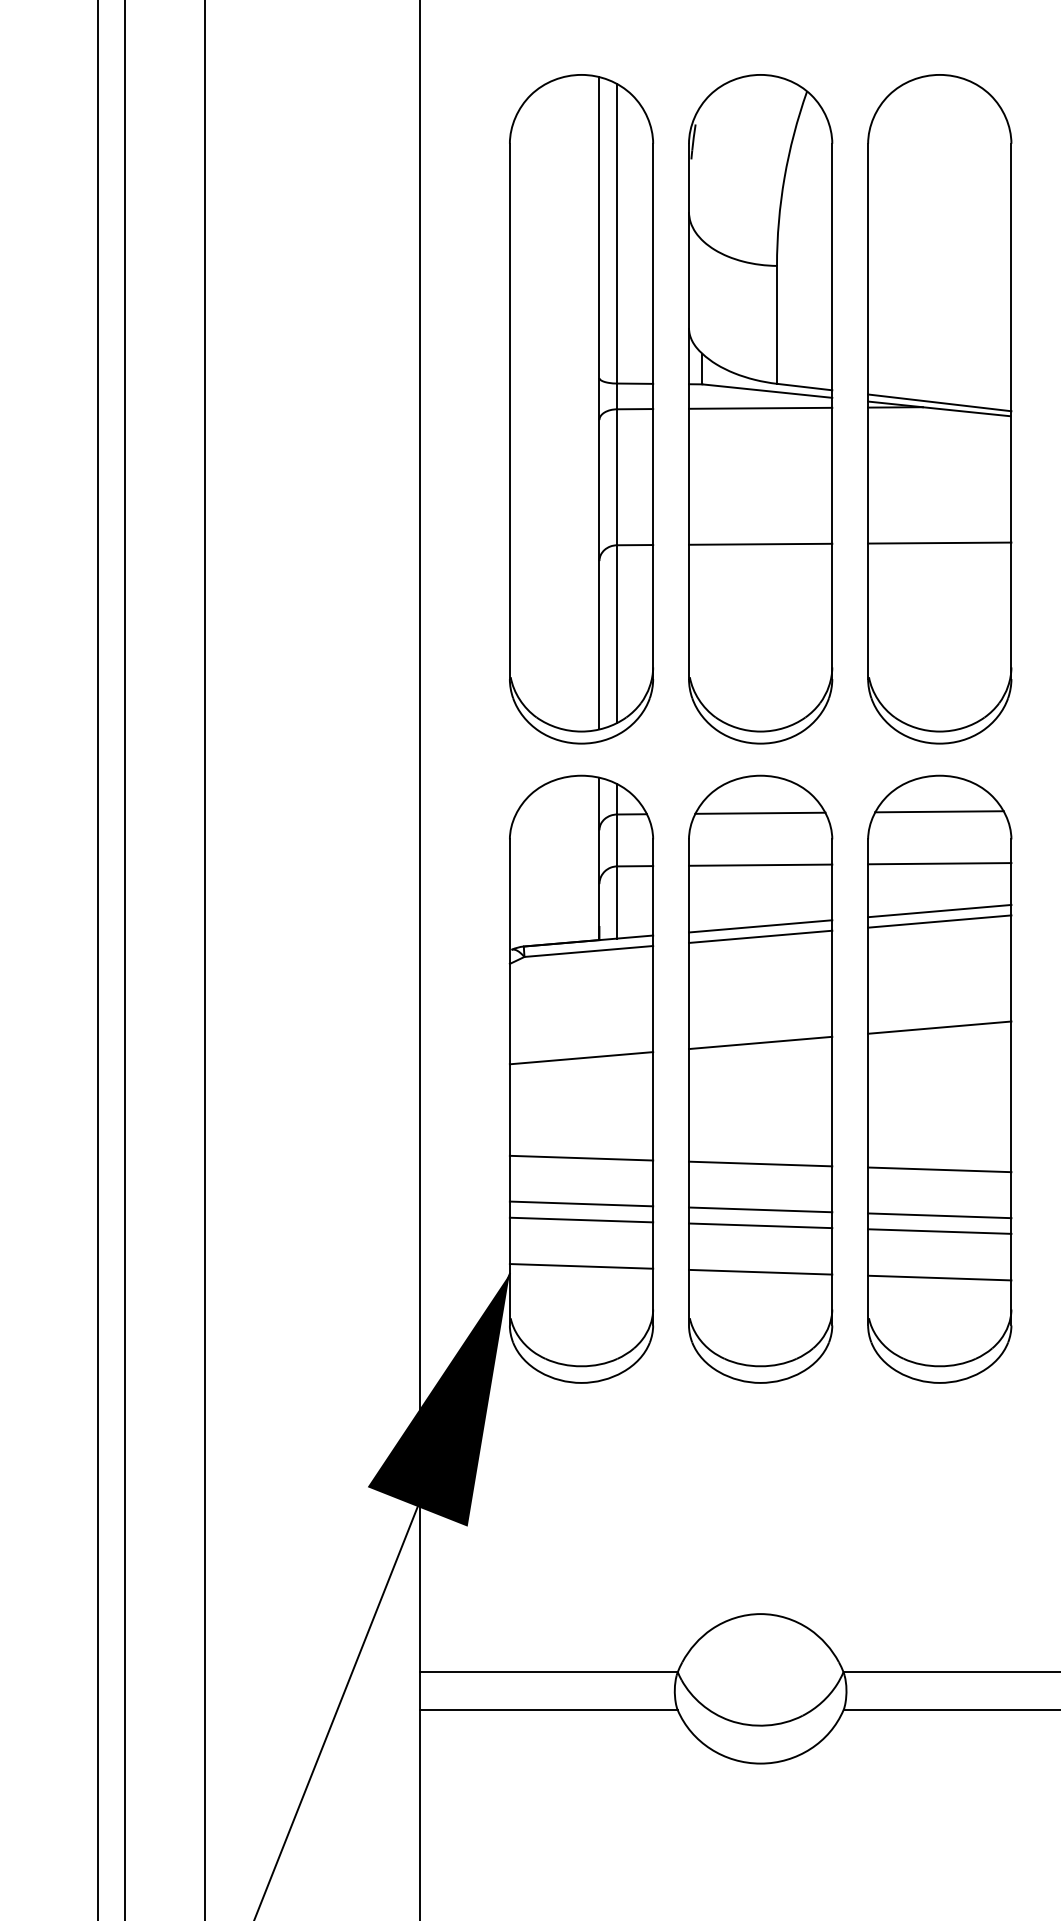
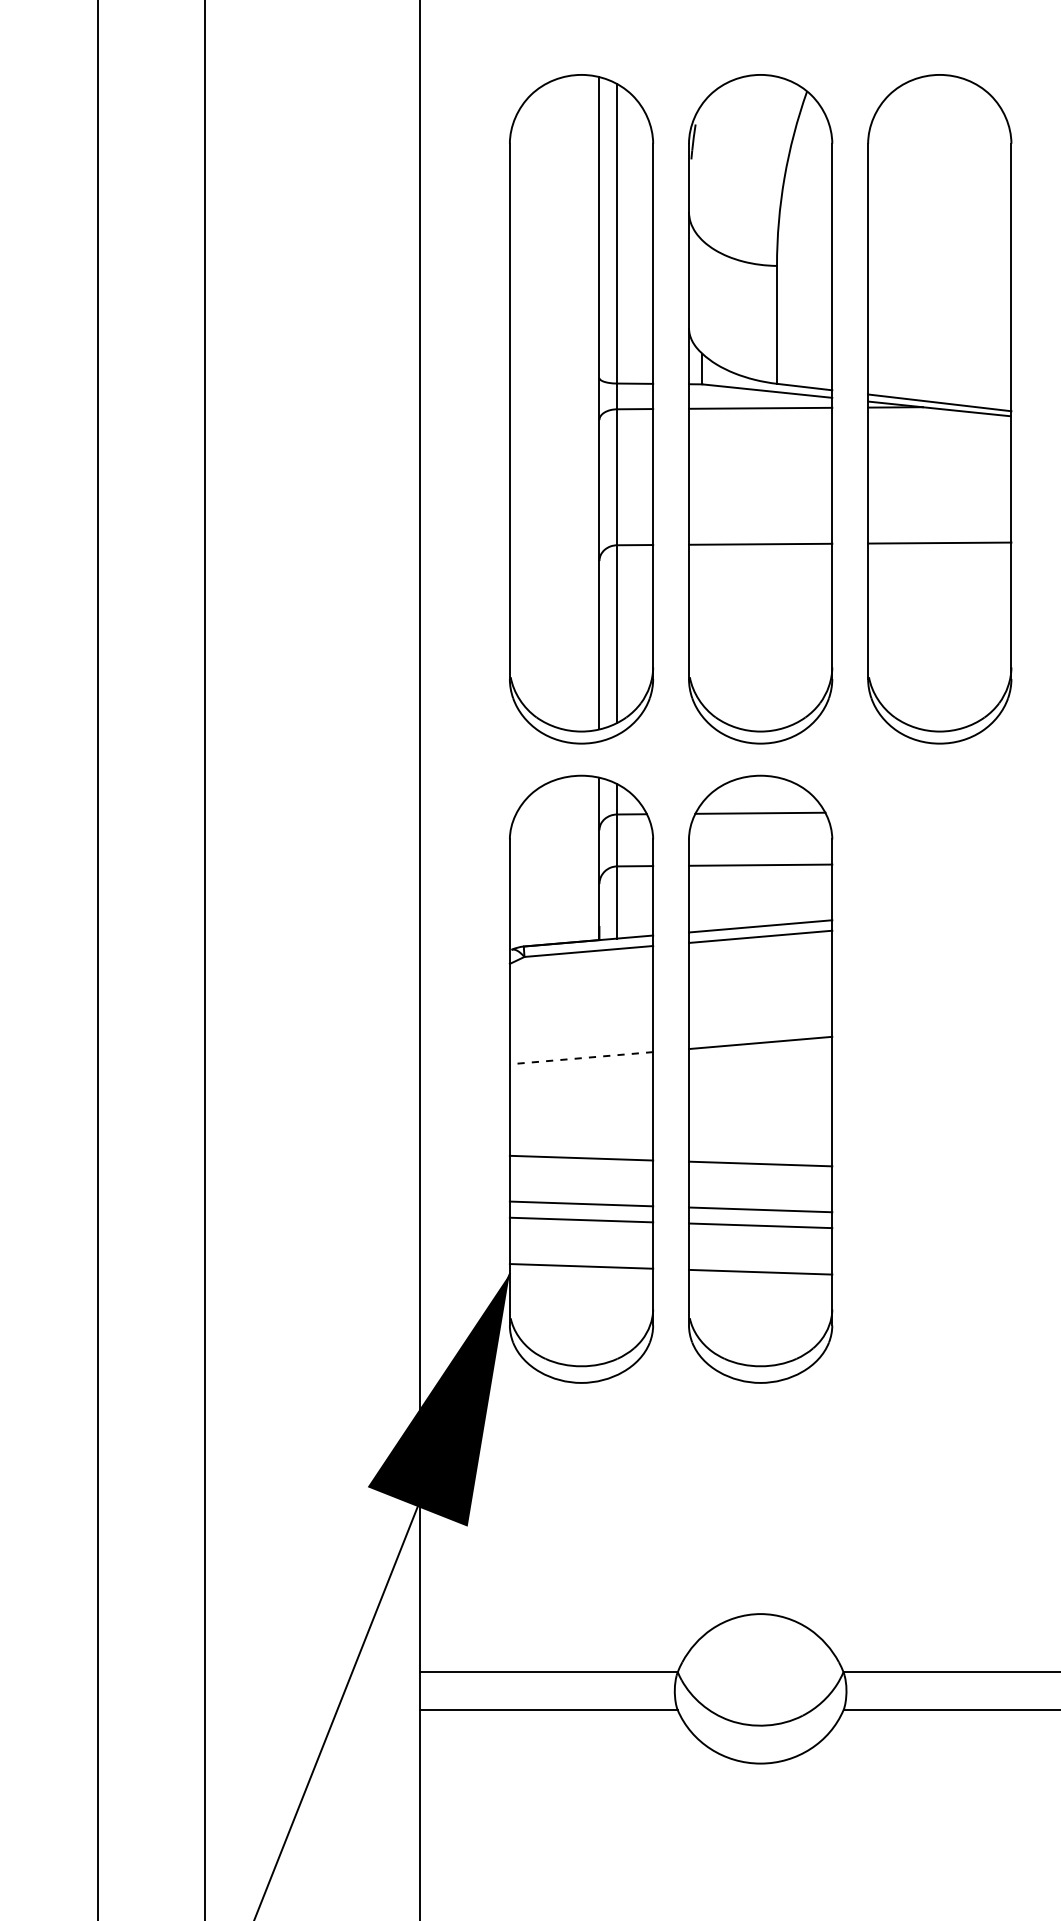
line at (124, 959): present -> none
line at (581, 1058): solid -> dashed
part at (939, 1078): present -> none
